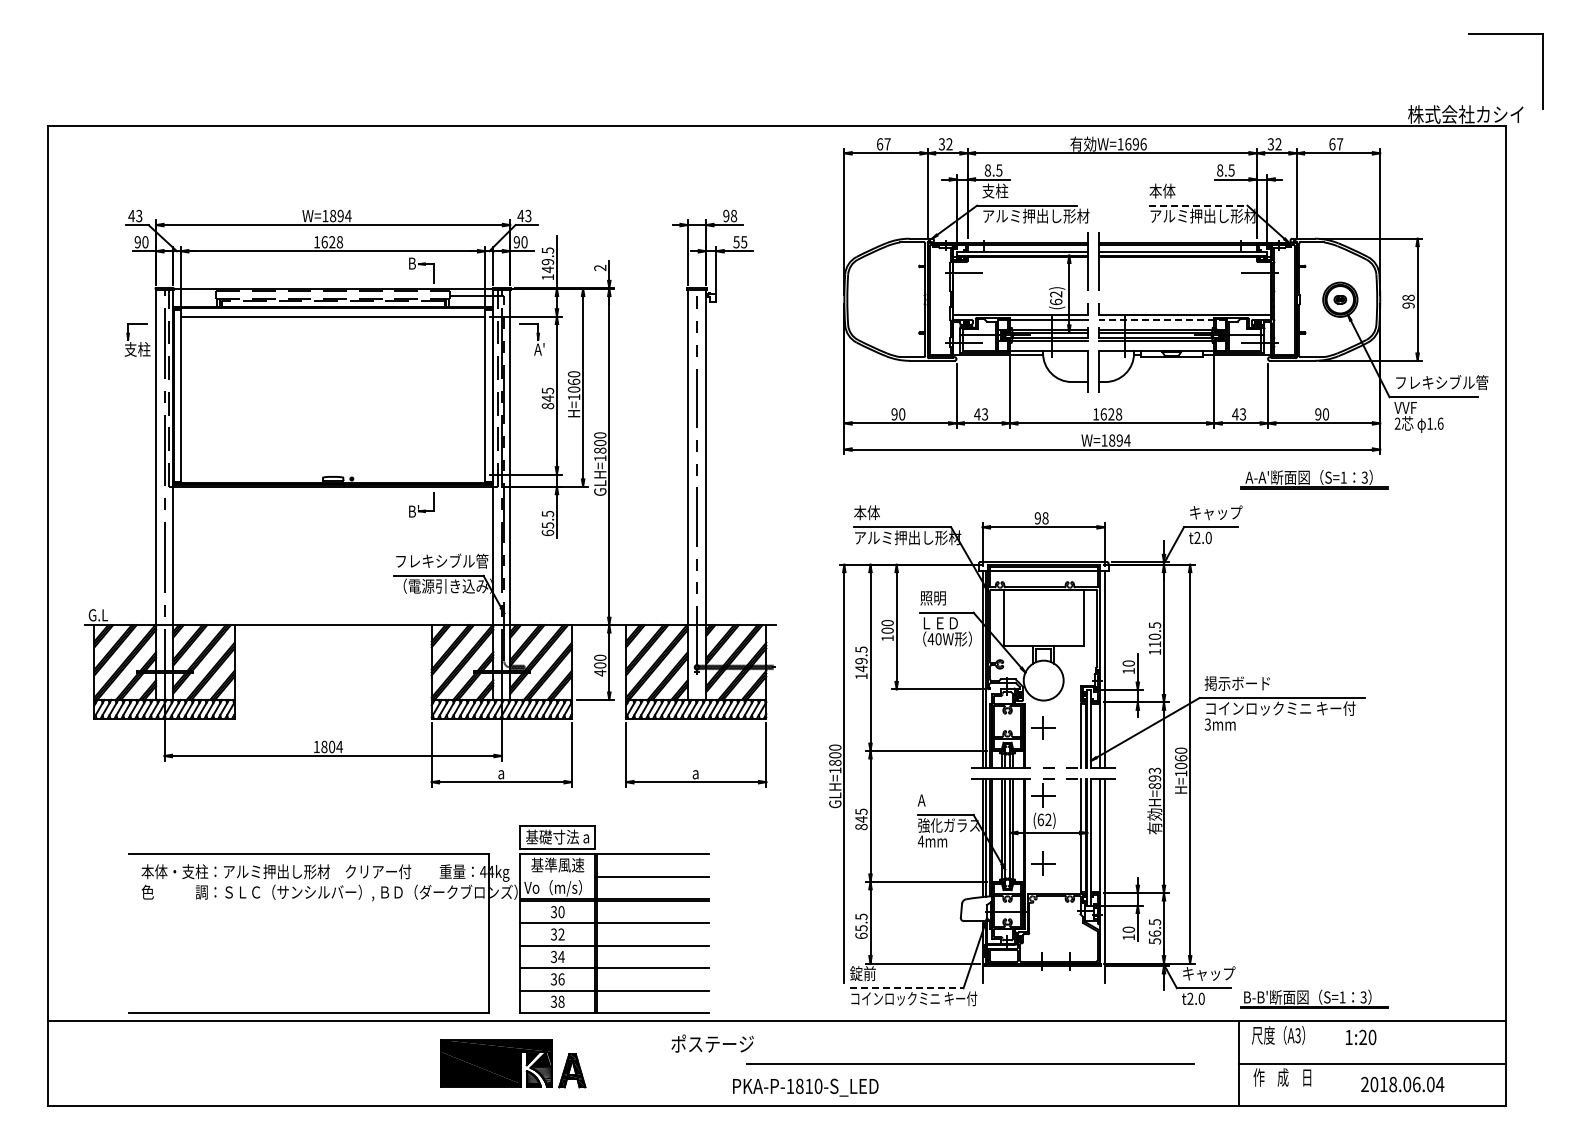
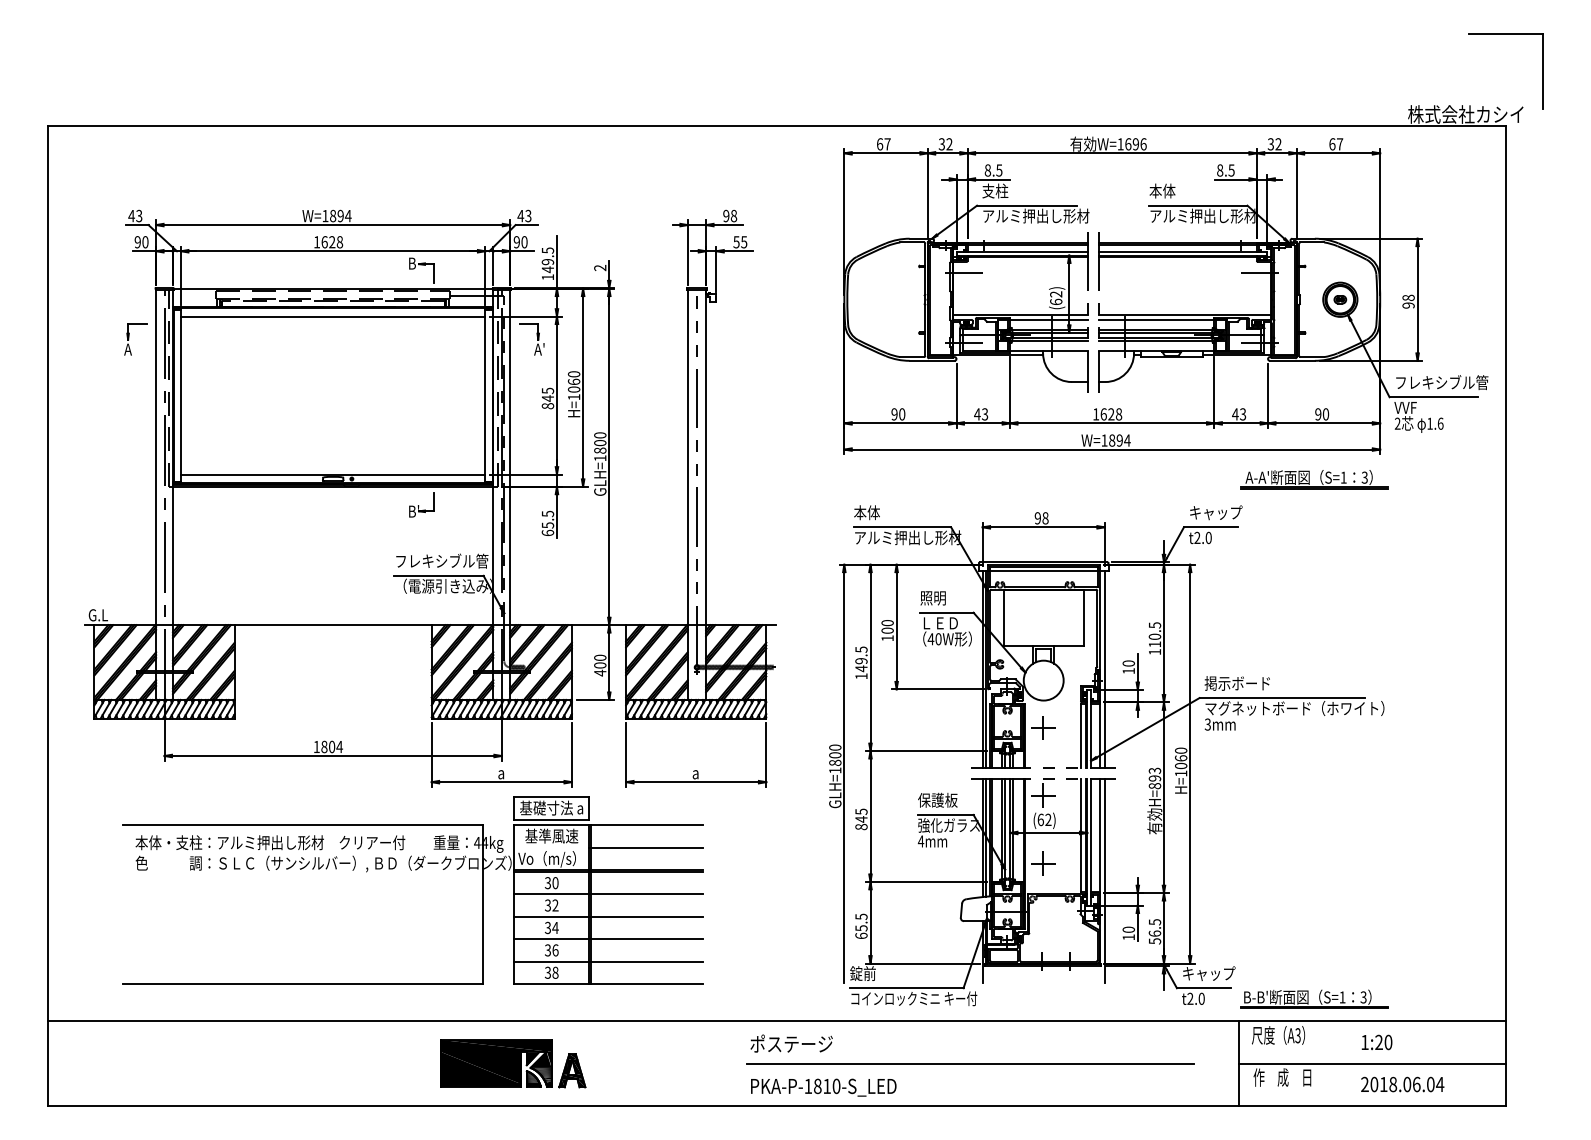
line at (1198, 205): dashed -> solid
line at (1162, 319): dashed -> solid
text at (137, 349): 支柱 -> A
line at (333, 474): none -> present
text at (1294, 708): コインロックミニ キー付 -> マグネットボード（ホワイト）
text at (937, 799): A -> 保護板
part at (417, 899) position: (417, 899) -> (411, 870)
line at (906, 988): dashed -> solid
text at (1360, 1037) position: (1360, 1037) -> (1376, 1042)
text at (712, 1043) position: (712, 1043) -> (791, 1043)
text at (805, 1087) position: (805, 1087) -> (823, 1087)
